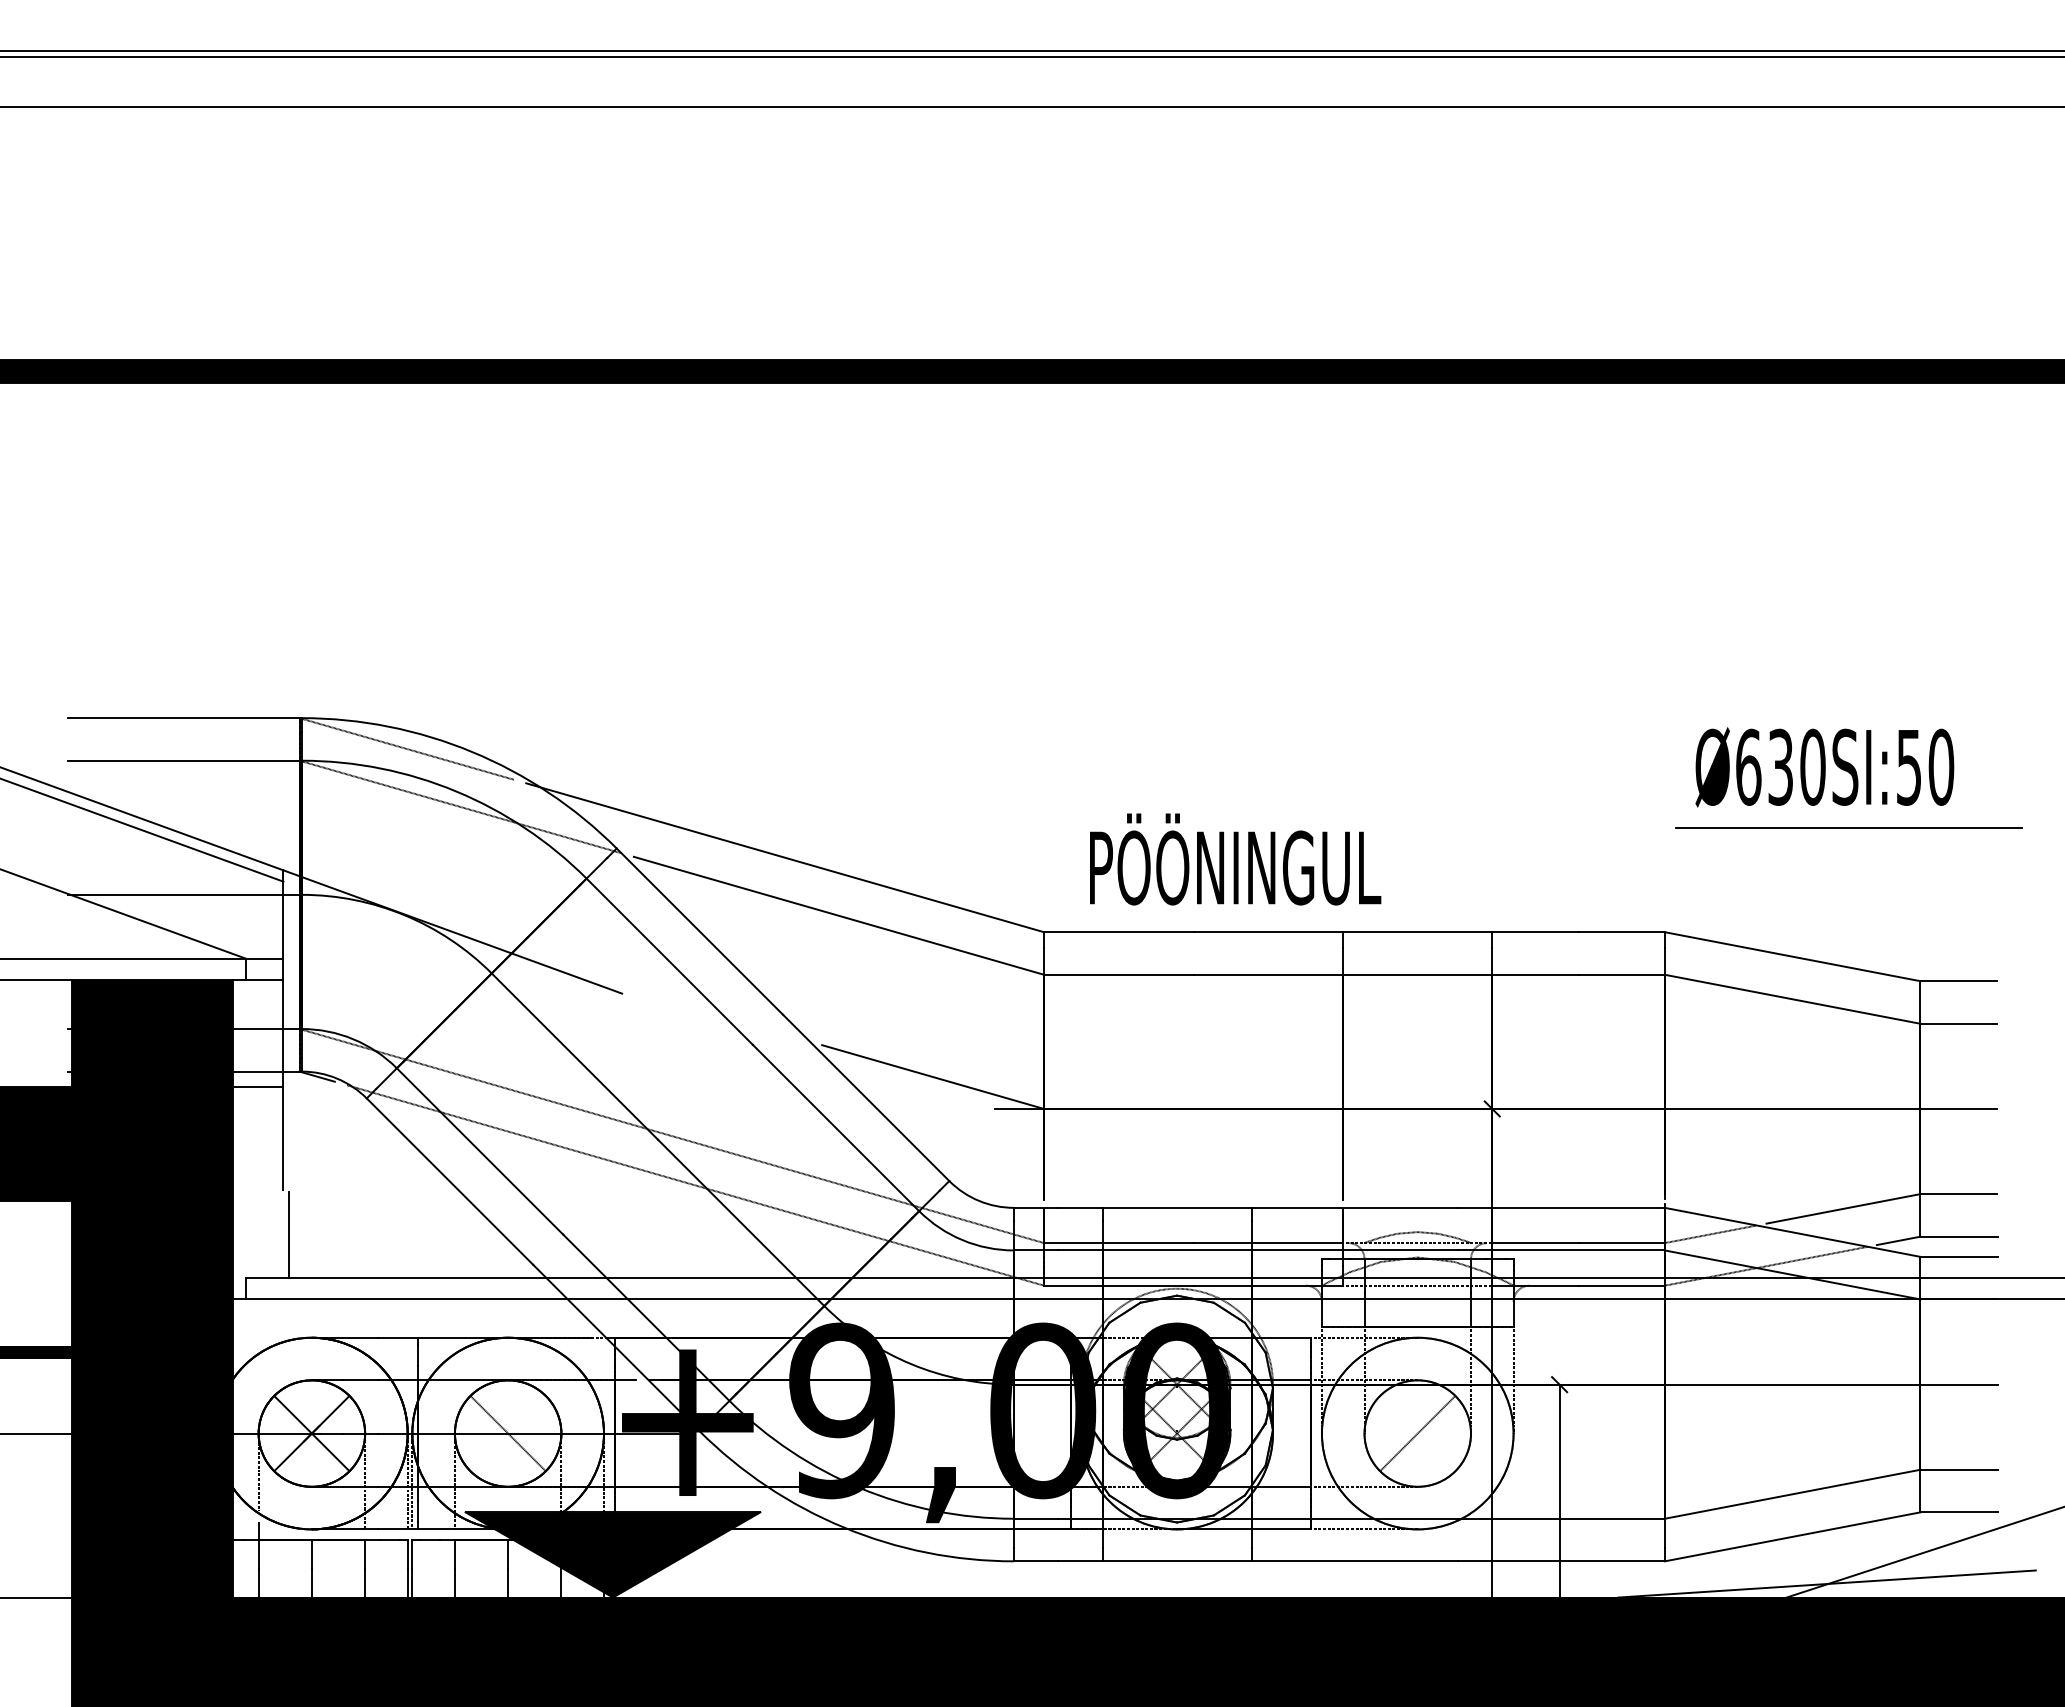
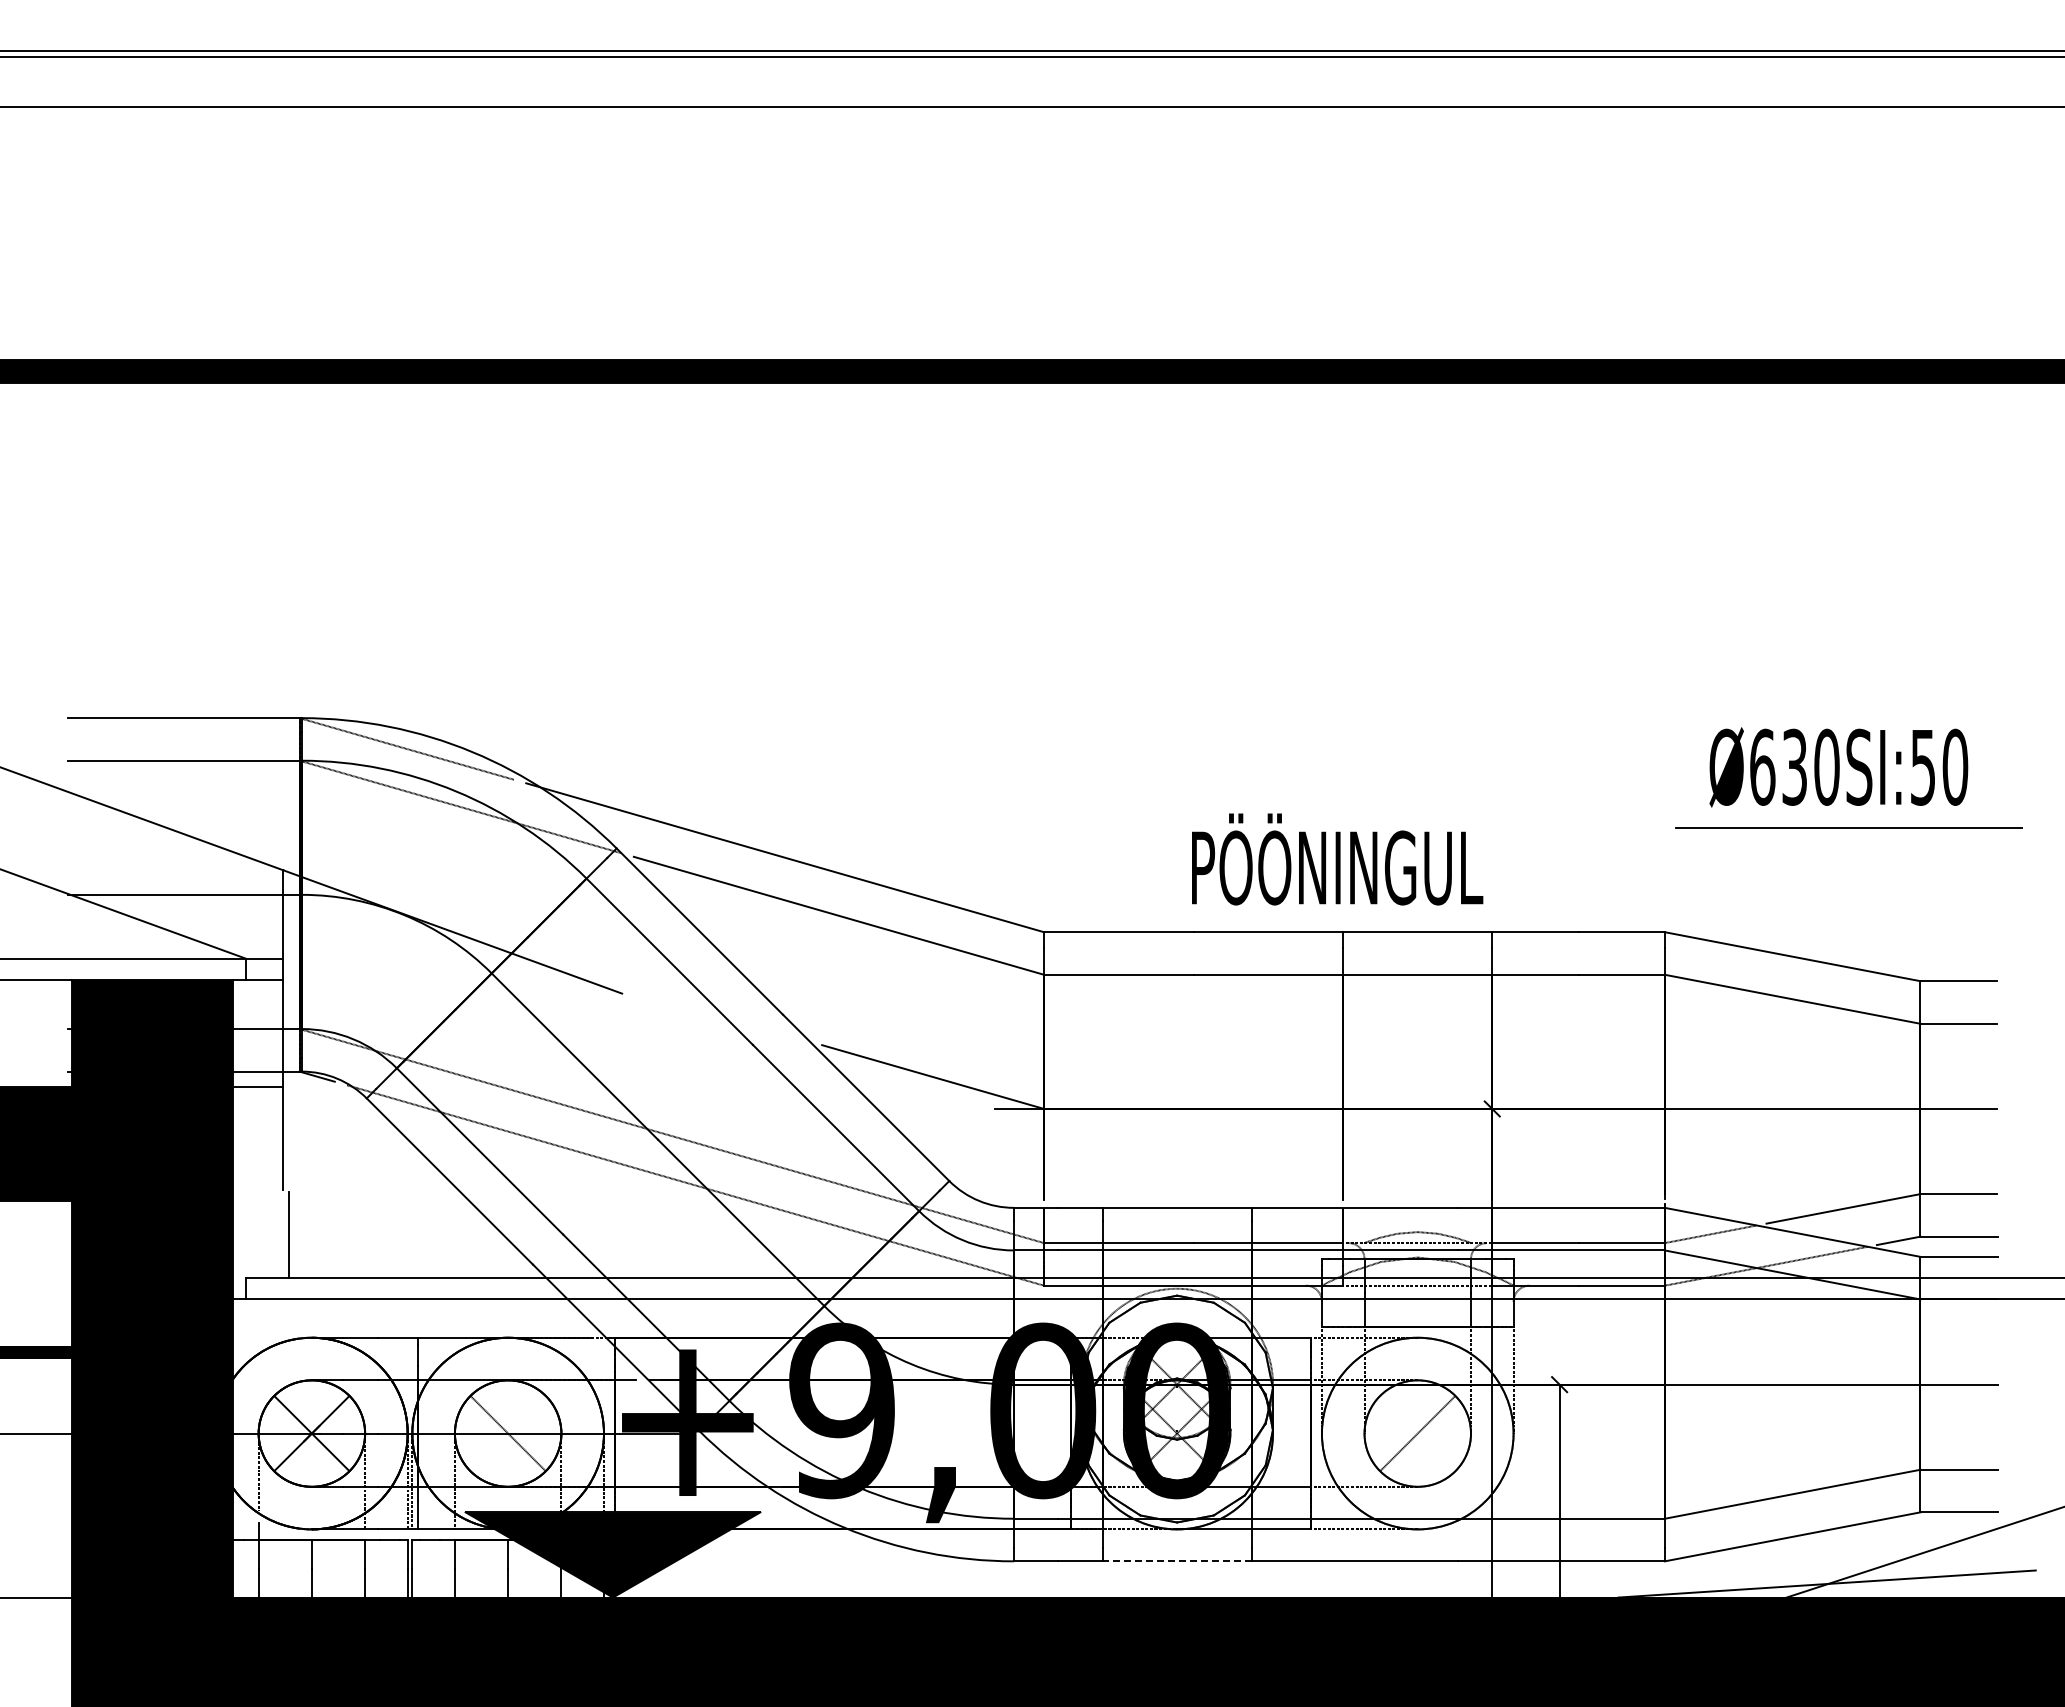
text at (1824, 767) position: (1824, 767) -> (1838, 767)
line at (142, 830): present -> none
text at (1235, 859) position: (1235, 859) -> (1337, 859)
line at (1177, 1561): solid -> dashed
